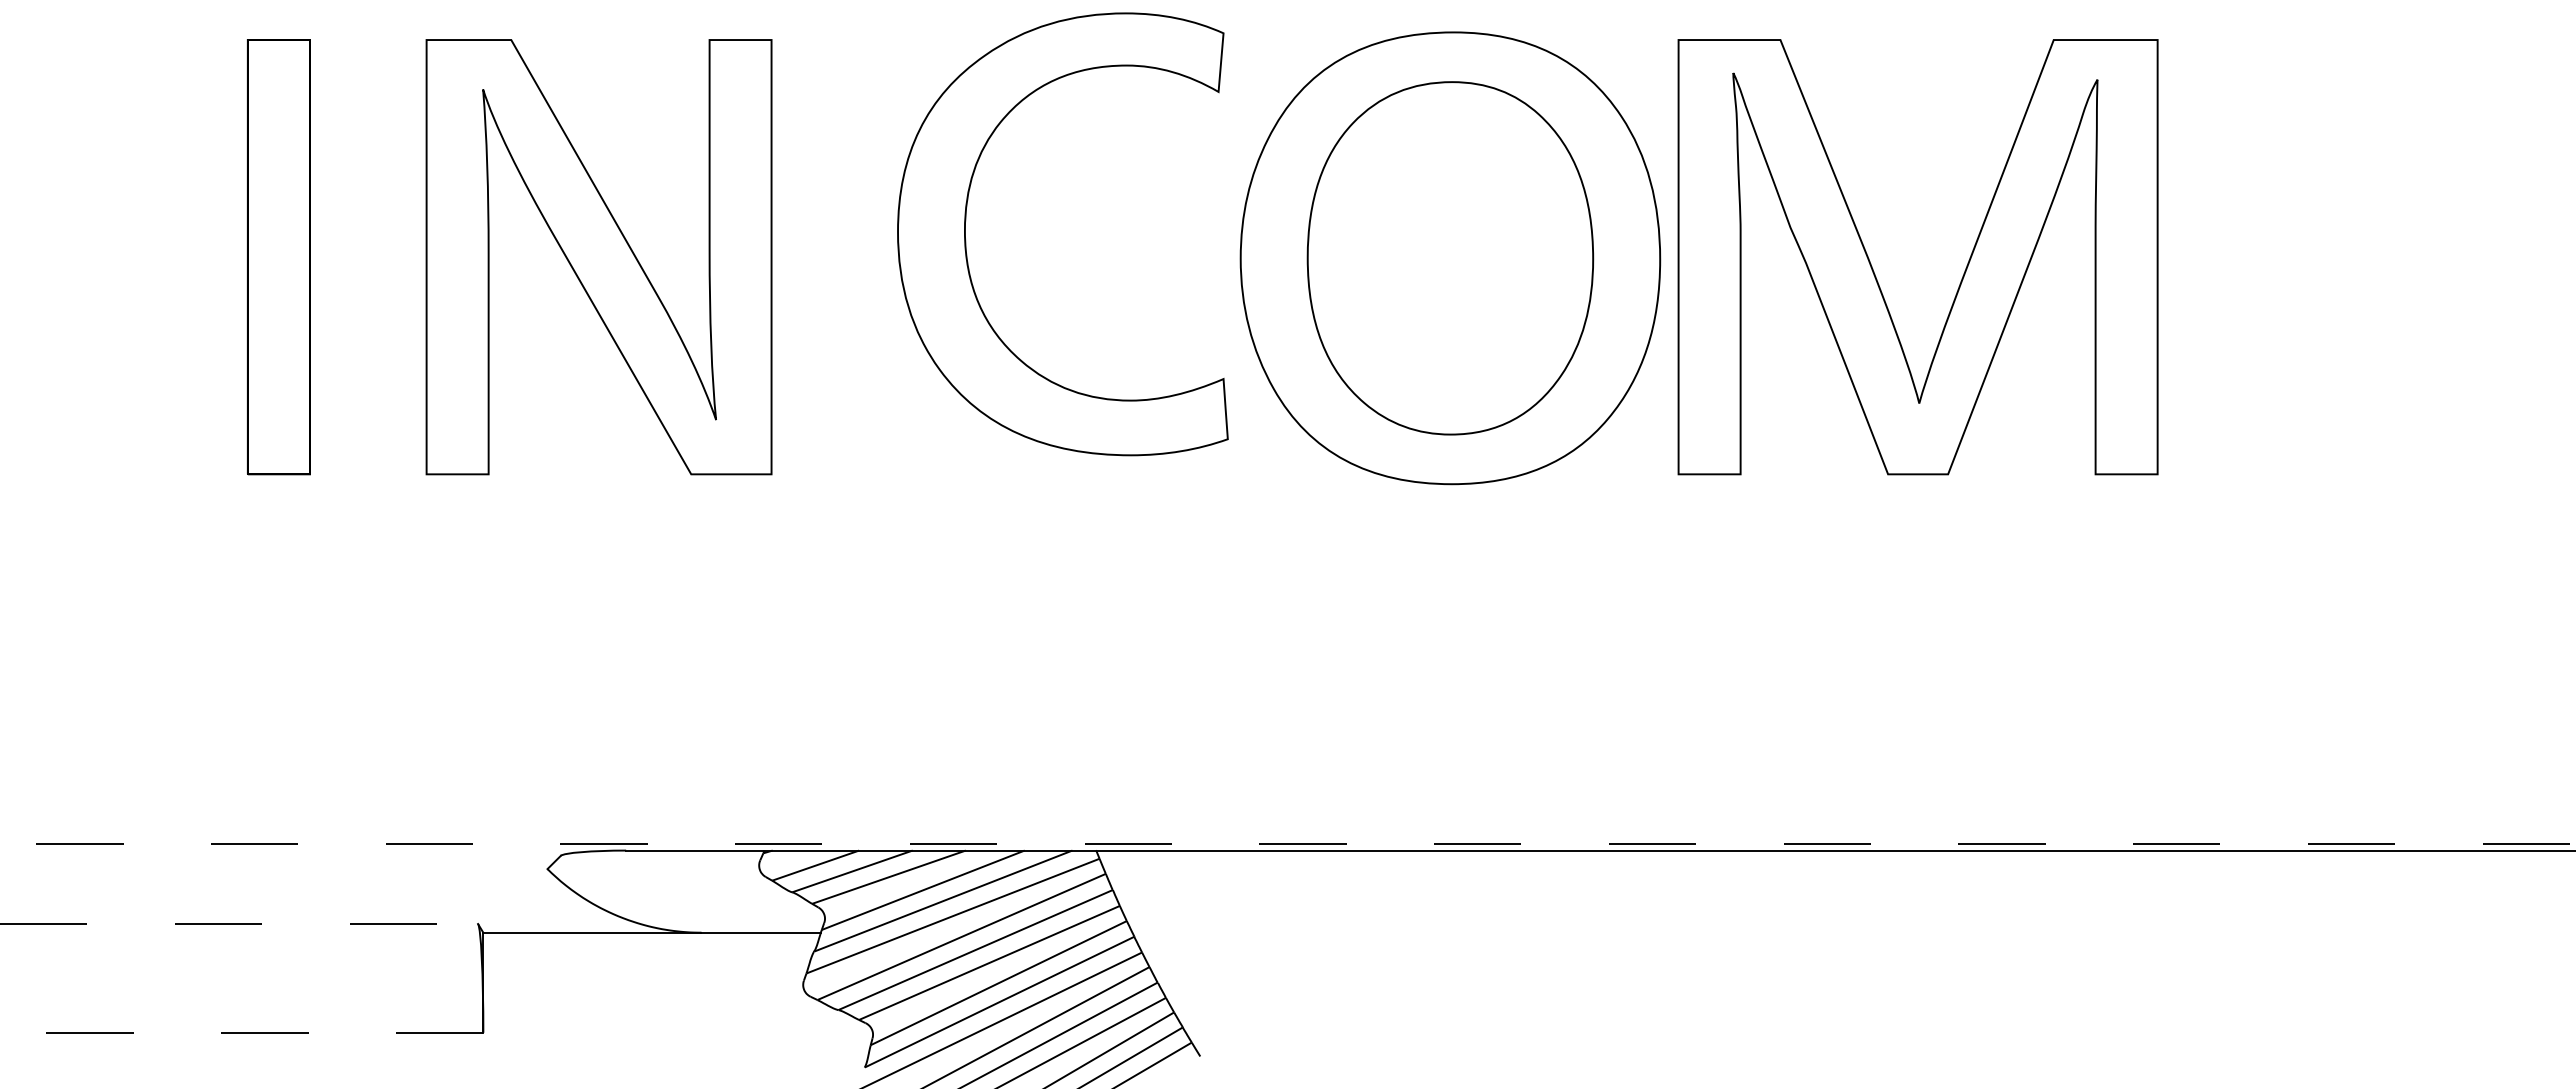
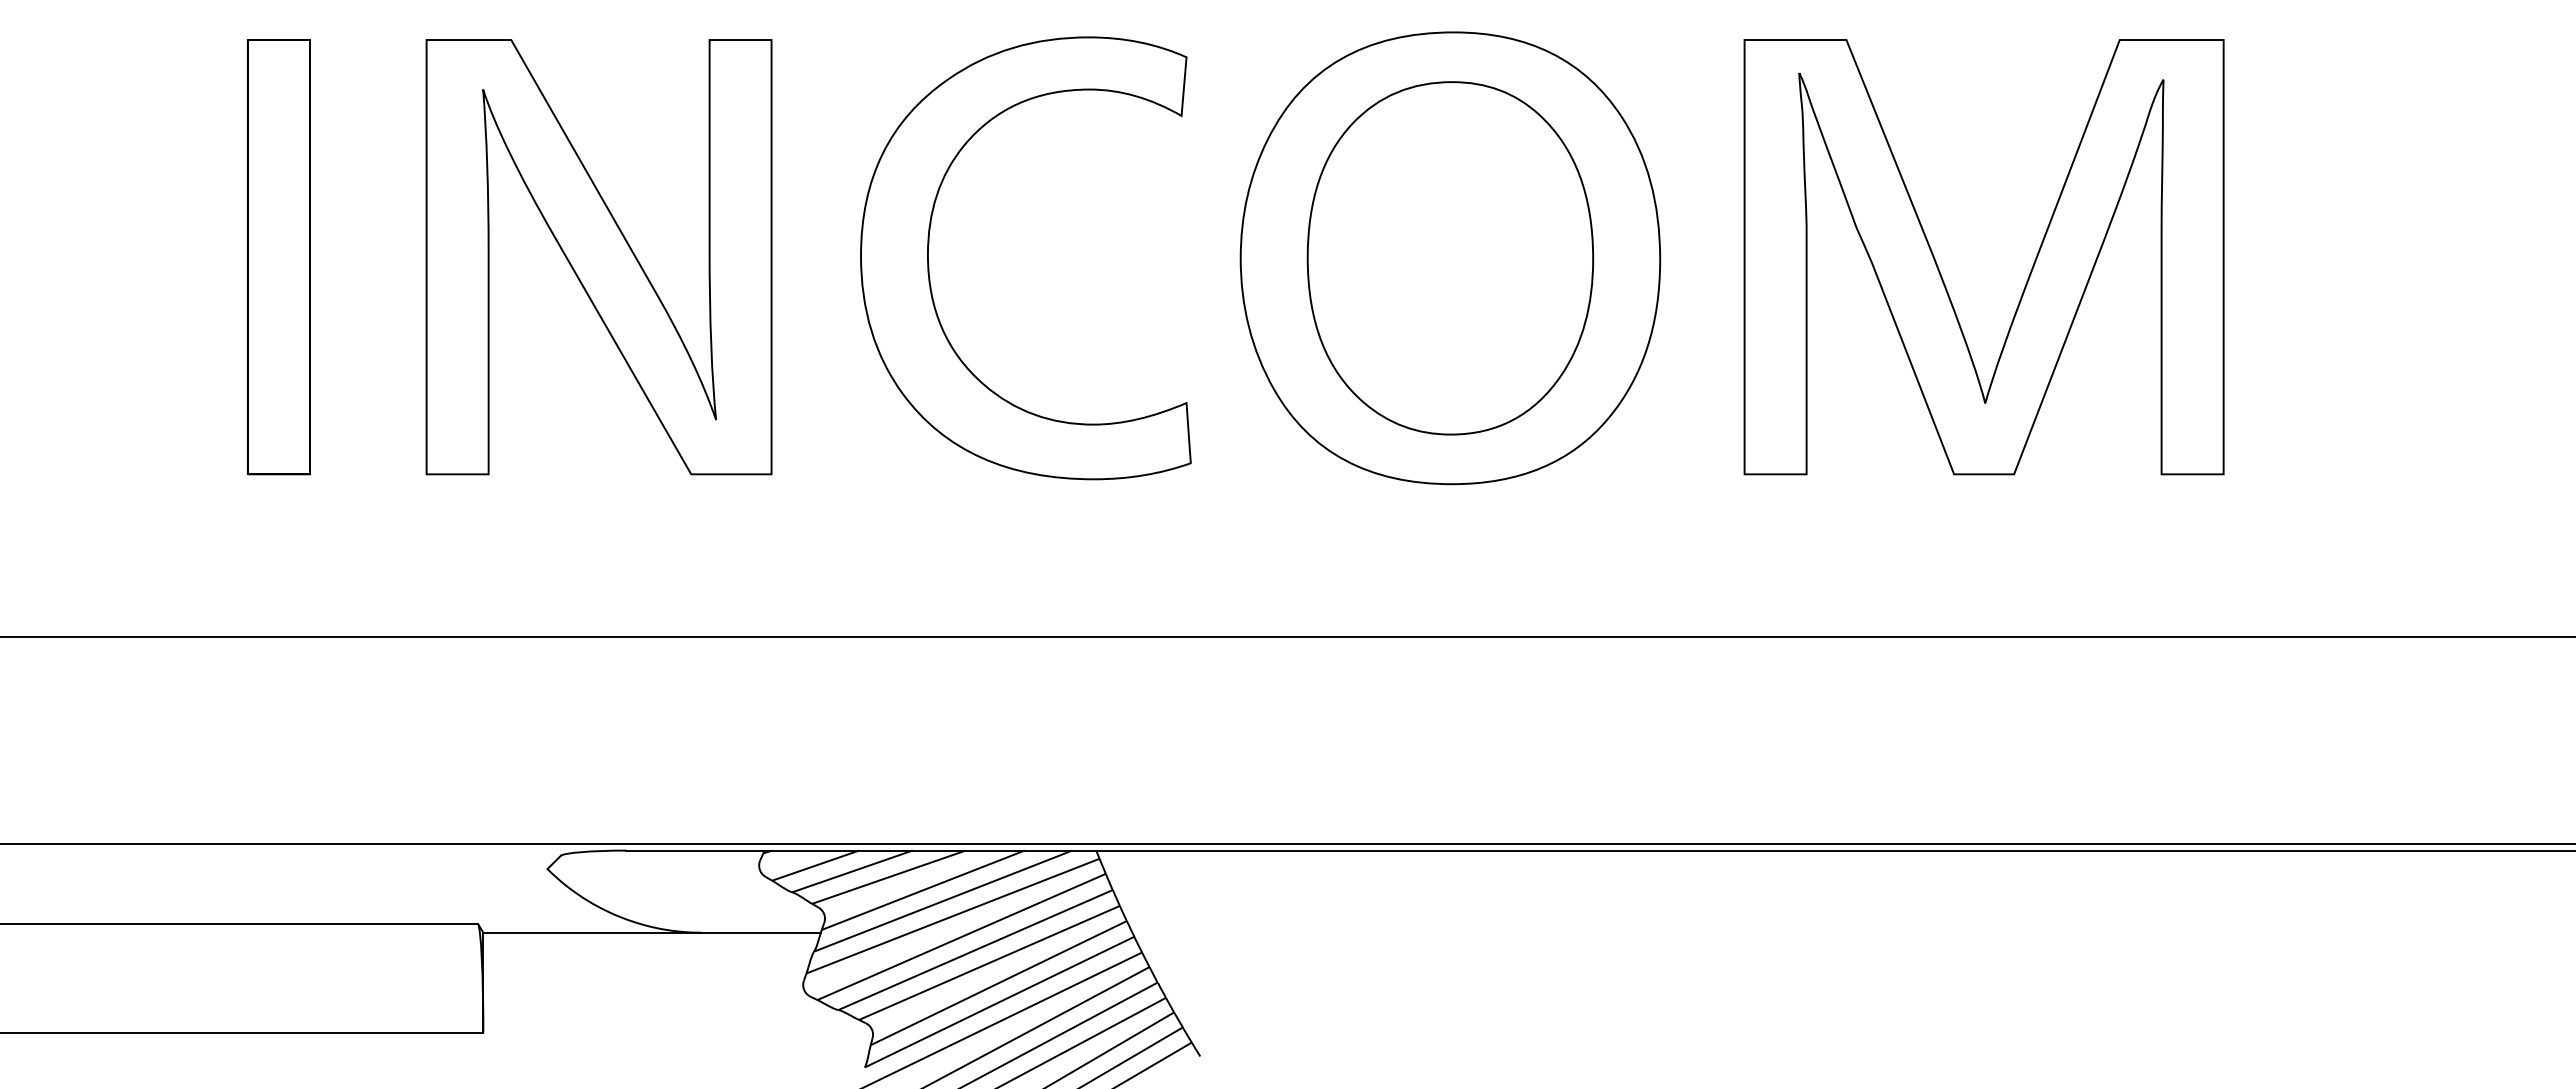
part at (966, 240) position: (966, 240) -> (929, 264)
part at (1876, 276) position: (1876, 276) -> (1942, 276)
line at (1287, 636): none -> present
line at (1287, 844): dashed -> solid
line at (239, 924): dashed -> solid
line at (241, 1032): dashed -> solid
